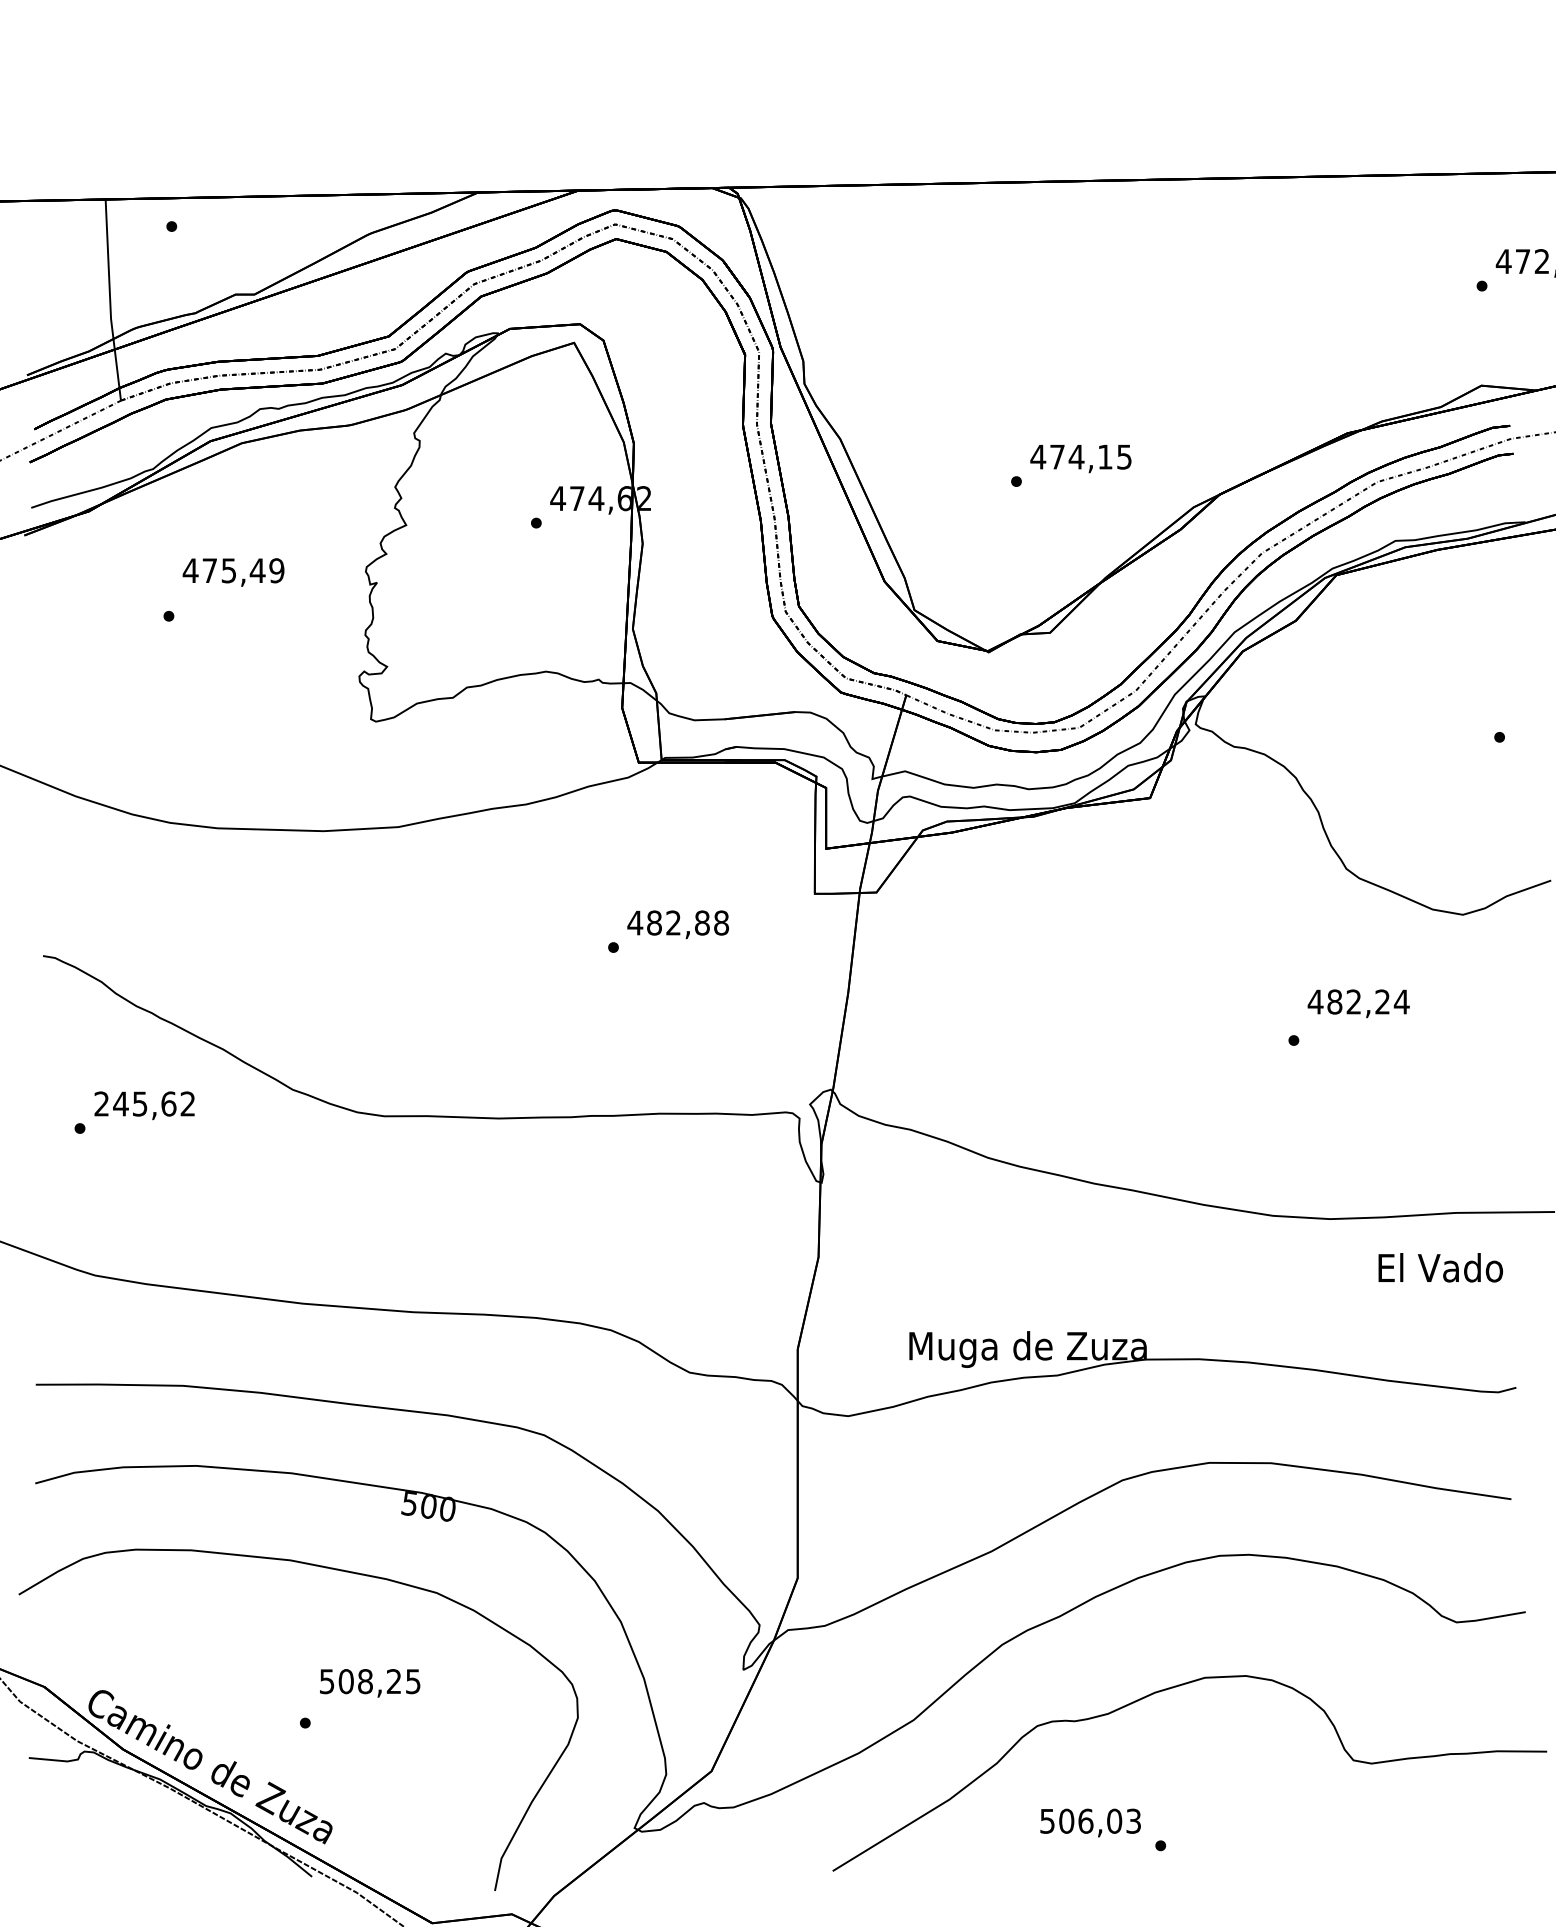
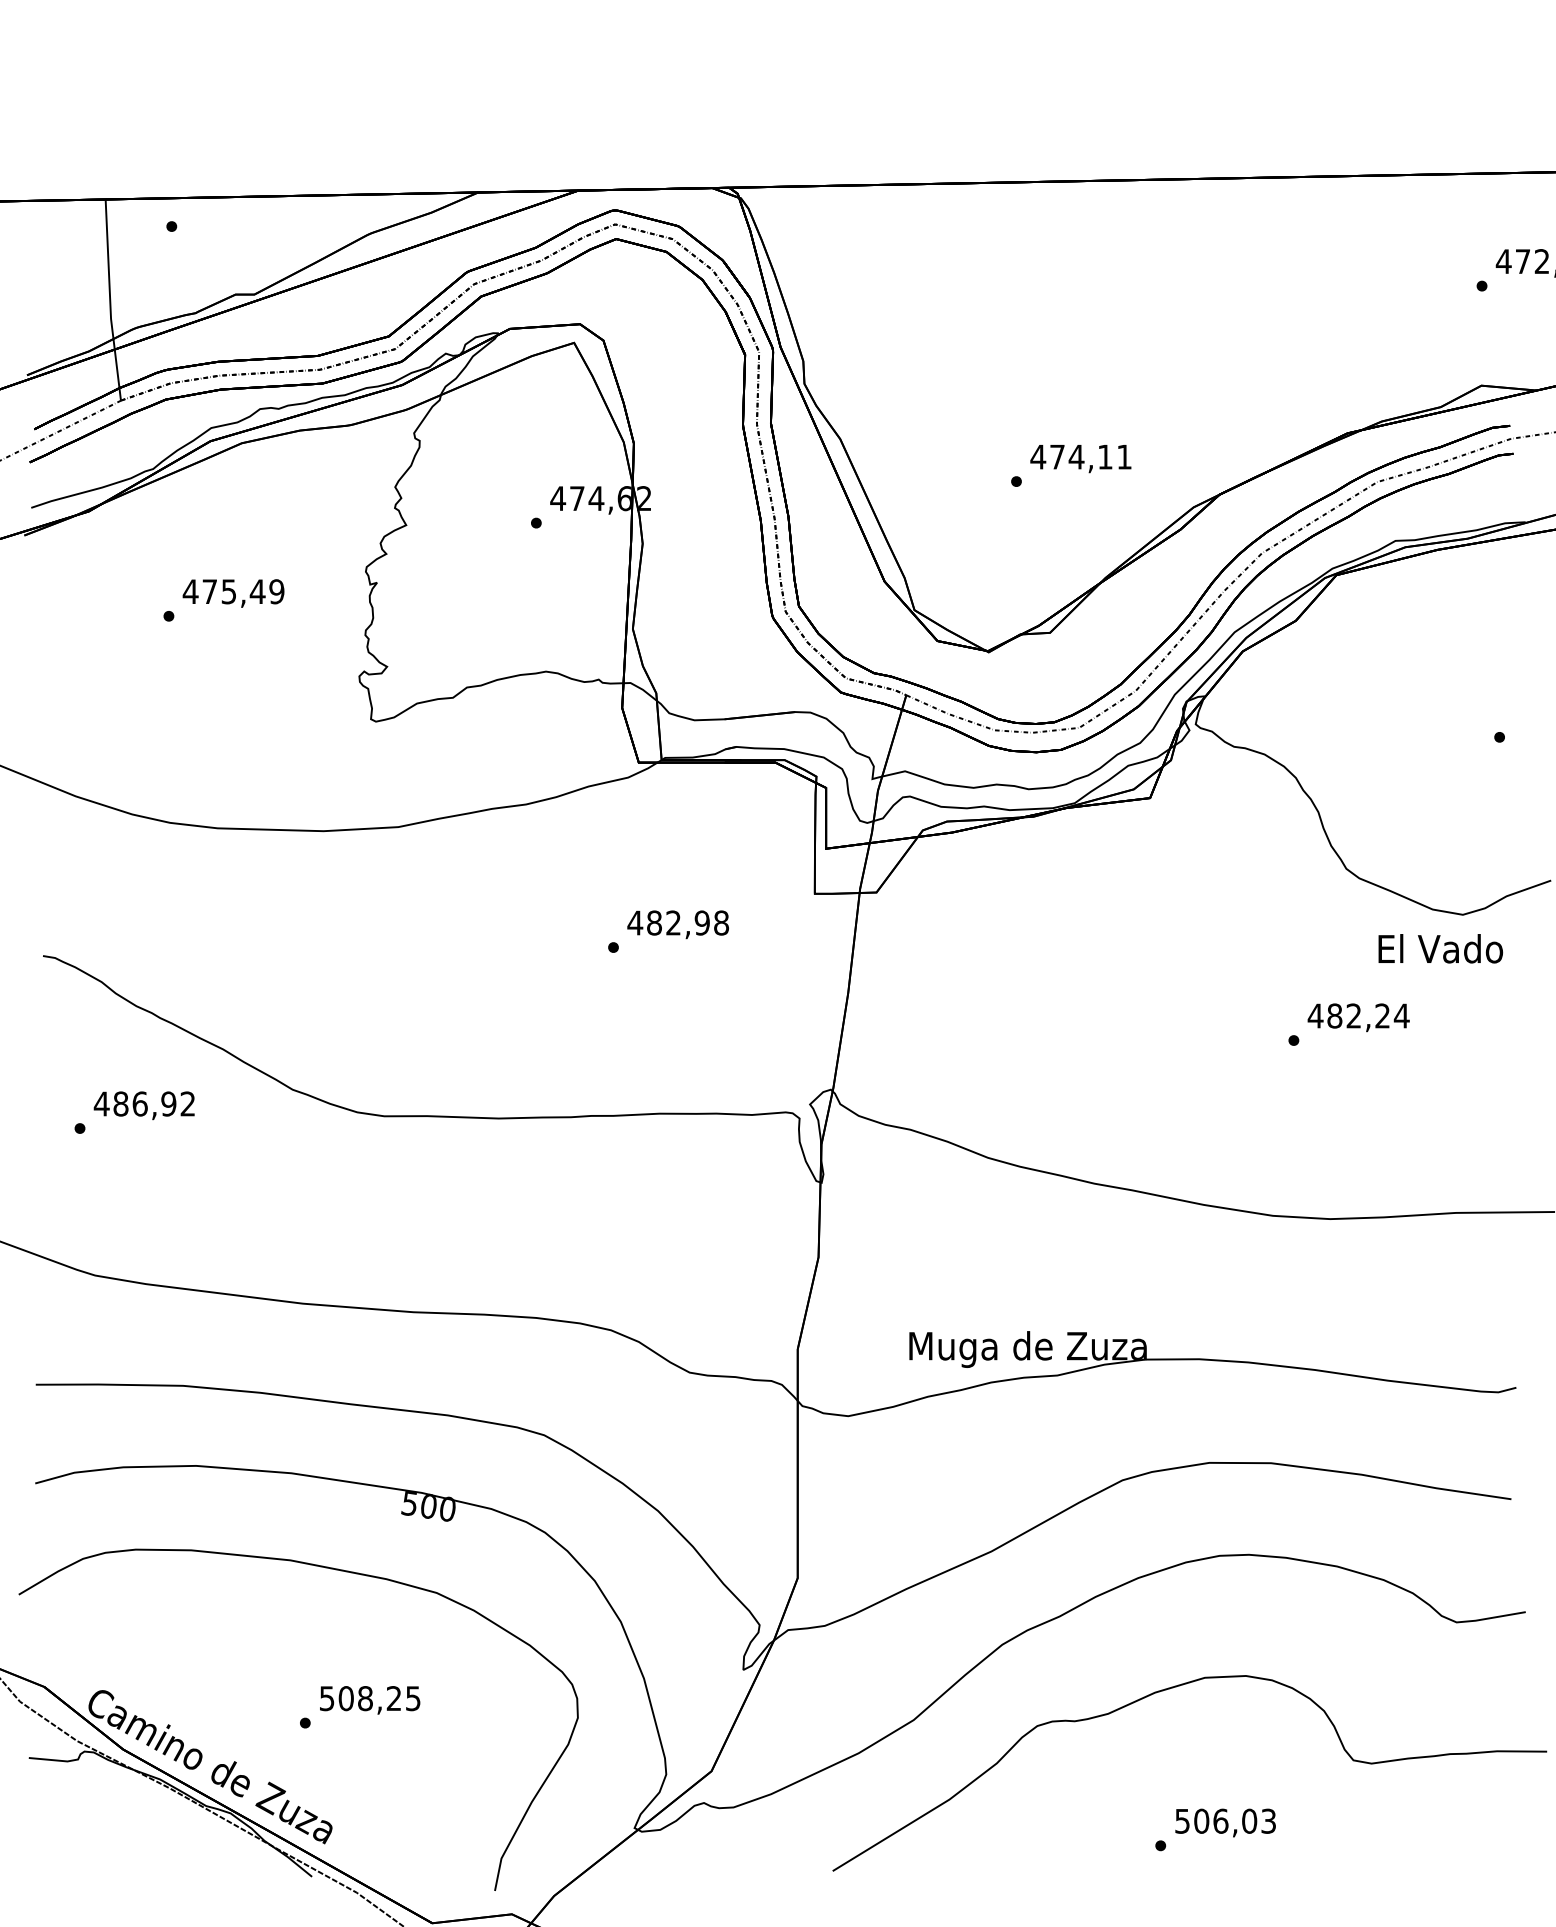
text at (1124, 456): 474,15 -> 474,11
text at (233, 572) position: (233, 572) -> (233, 593)
text at (701, 922): 482,88 -> 482,98
text at (1358, 1003) position: (1358, 1003) -> (1358, 1017)
text at (134, 1103): 245,62 -> 486,92
text at (1440, 1267) position: (1440, 1267) -> (1440, 948)
text at (370, 1683) position: (370, 1683) -> (370, 1700)
text at (1090, 1822) position: (1090, 1822) -> (1225, 1822)
